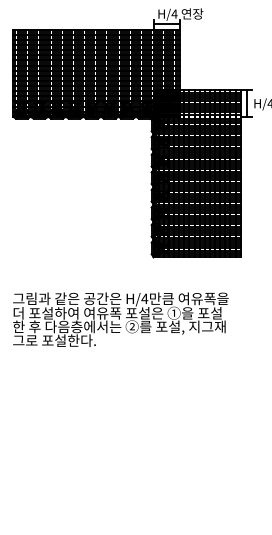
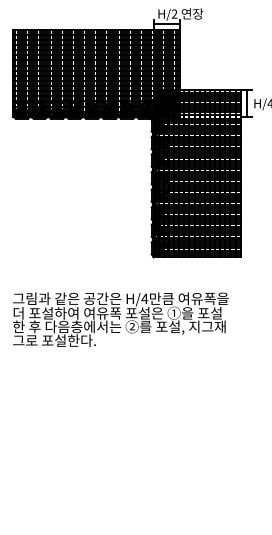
text at (174, 13): H/4 -> H/2
